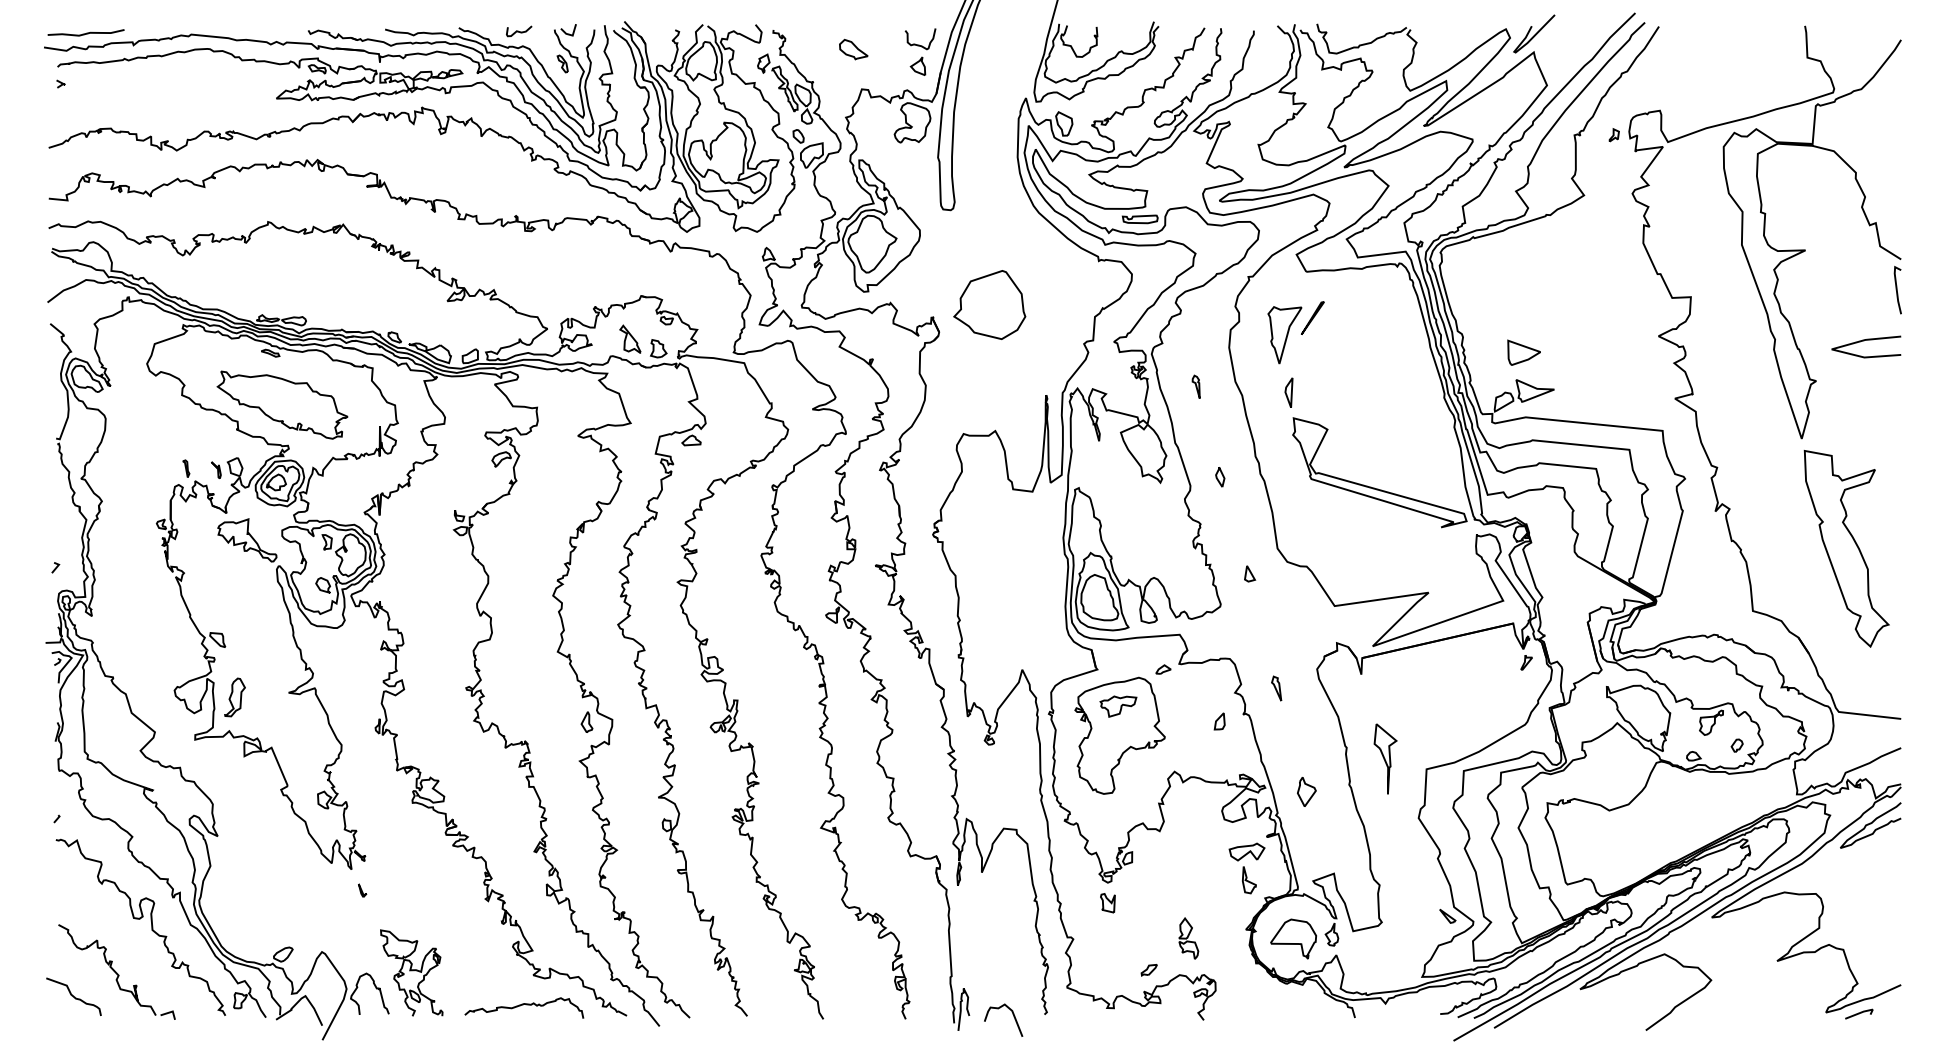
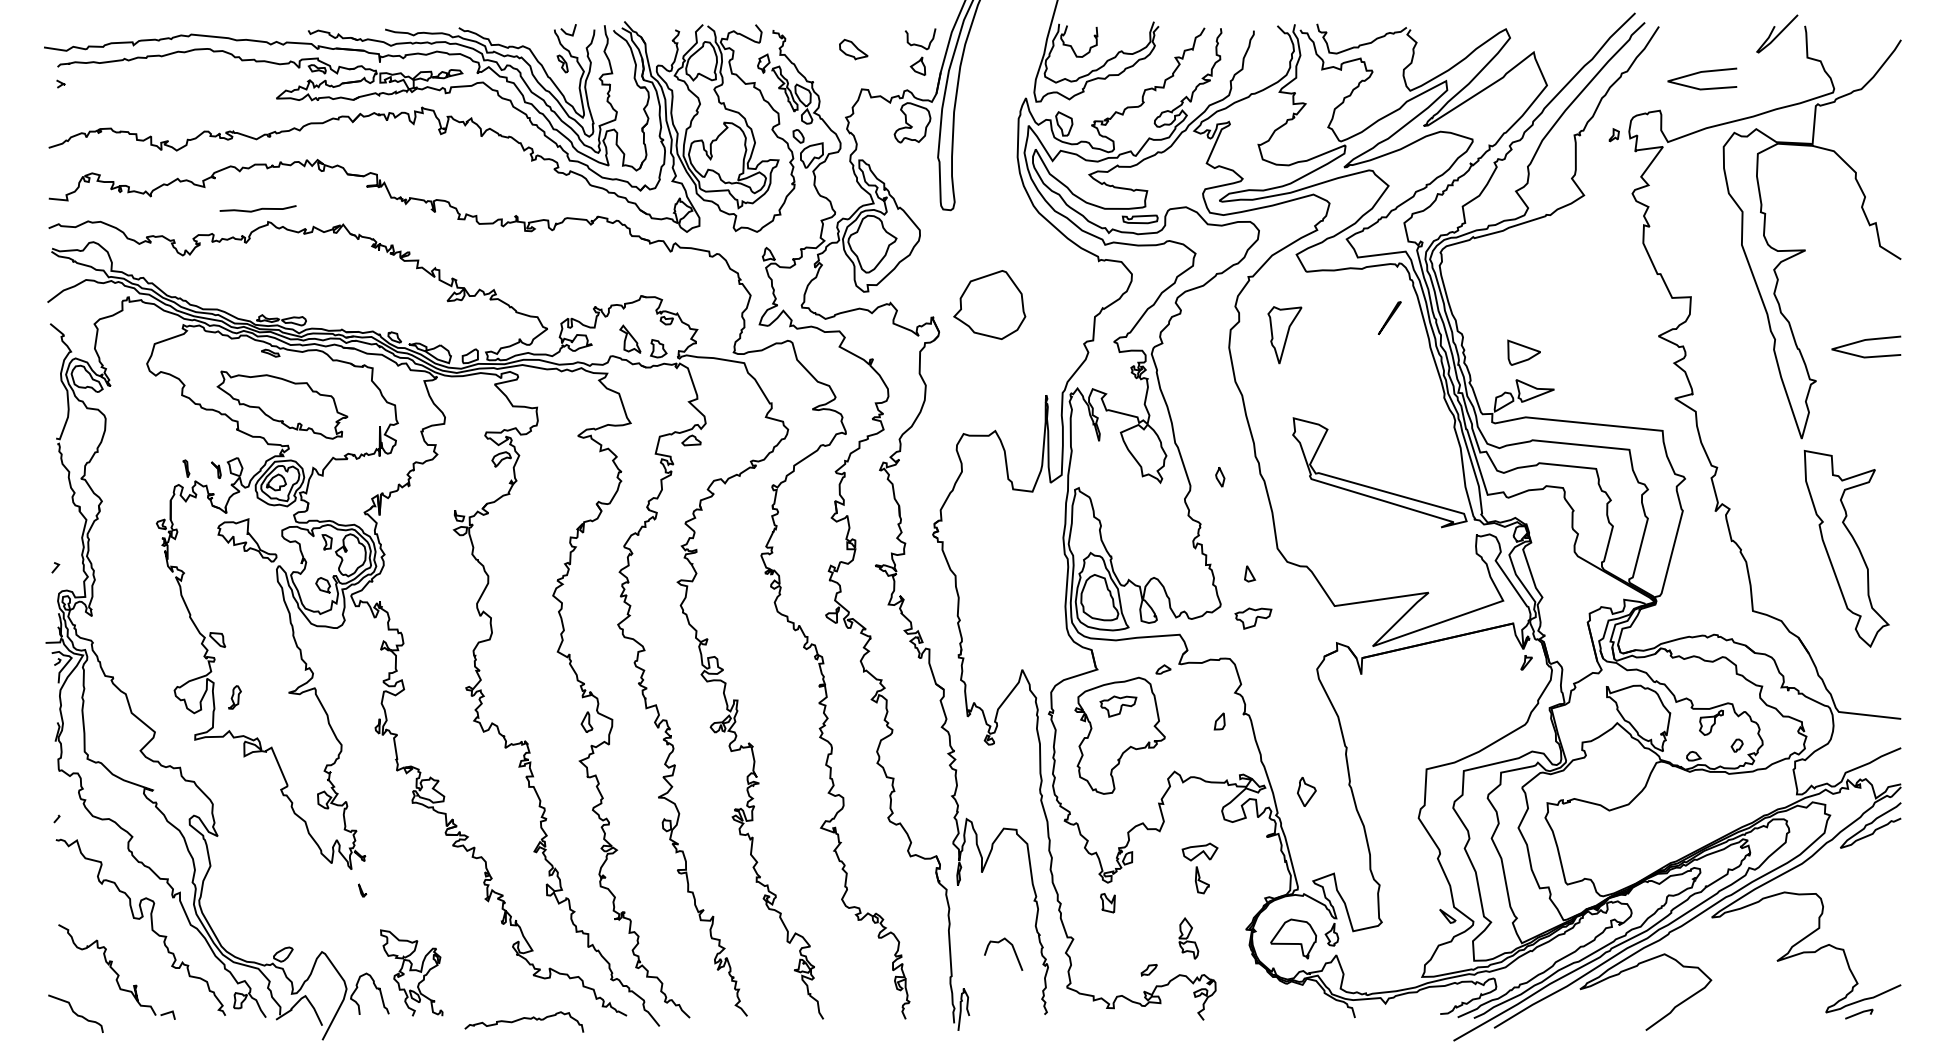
curve at (519, 31): present -> none
curve at (86, 32) position: (86, 32) -> (258, 208)
curve at (1535, 33) position: (1535, 33) -> (1778, 33)
line at (1700, 73): none -> present
line at (1897, 289): present -> none
line at (1312, 317) position: (1312, 317) -> (1389, 317)
part at (1195, 386): present -> none
part at (1288, 392): present -> none
part at (1253, 618): none -> present
part at (1276, 688): present -> none
part at (234, 697) size: 22x41 px -> 14x25 px
part at (1385, 758): present -> none
part at (1246, 868) position: (1246, 868) -> (1199, 868)
curve at (73, 996) position: (73, 996) -> (75, 1013)
curve at (523, 1005) position: (523, 1005) -> (523, 1019)
curve at (1013, 1017) position: (1013, 1017) -> (1013, 951)
